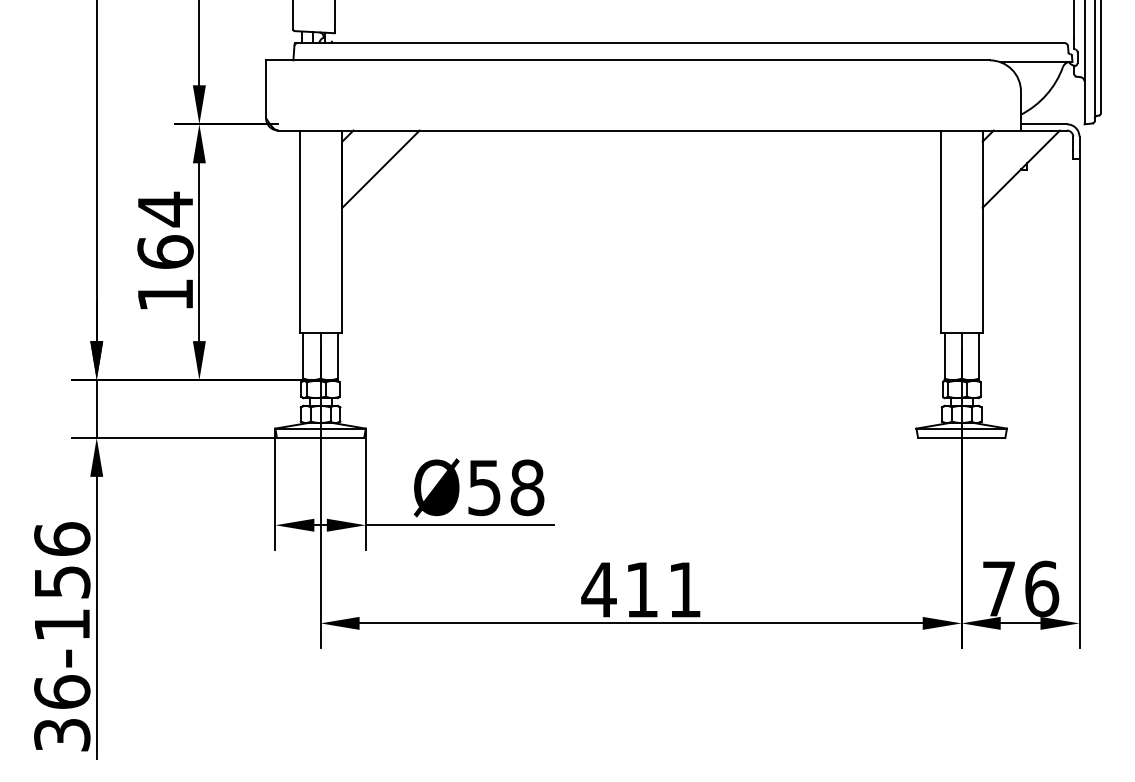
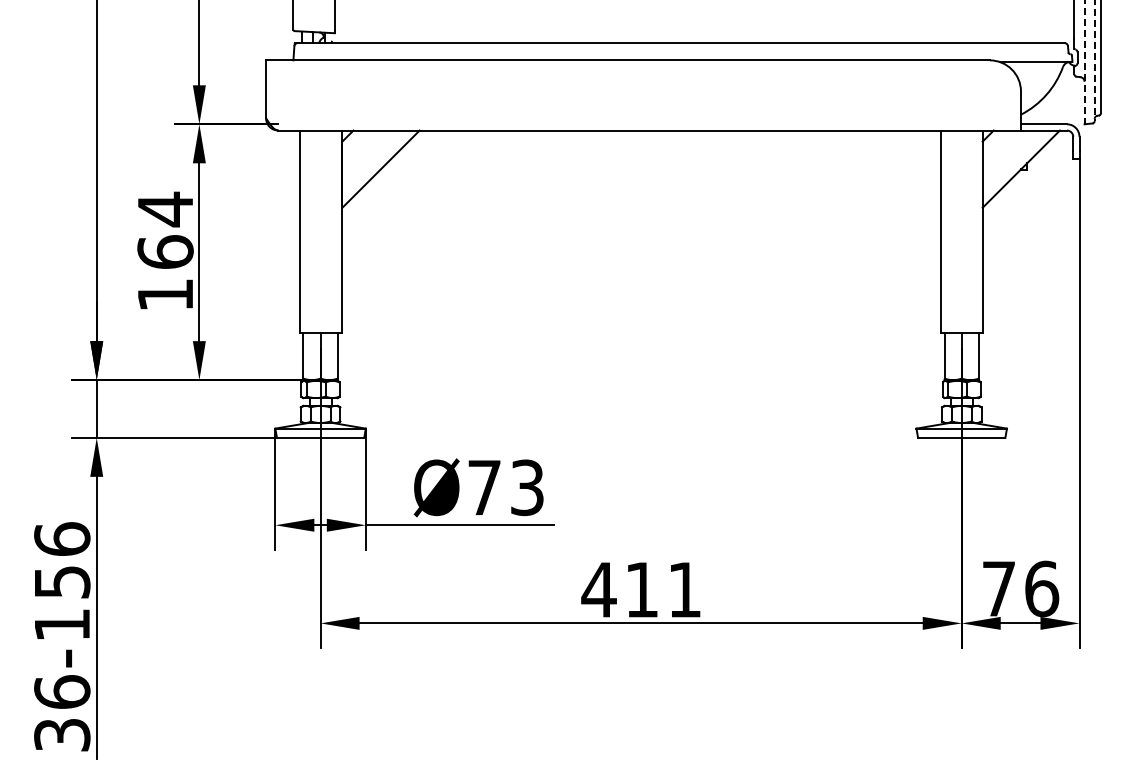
line at (1084, 61): solid -> dashed
line at (1094, 61): solid -> dashed
text at (506, 487): Ø58 -> Ø73
